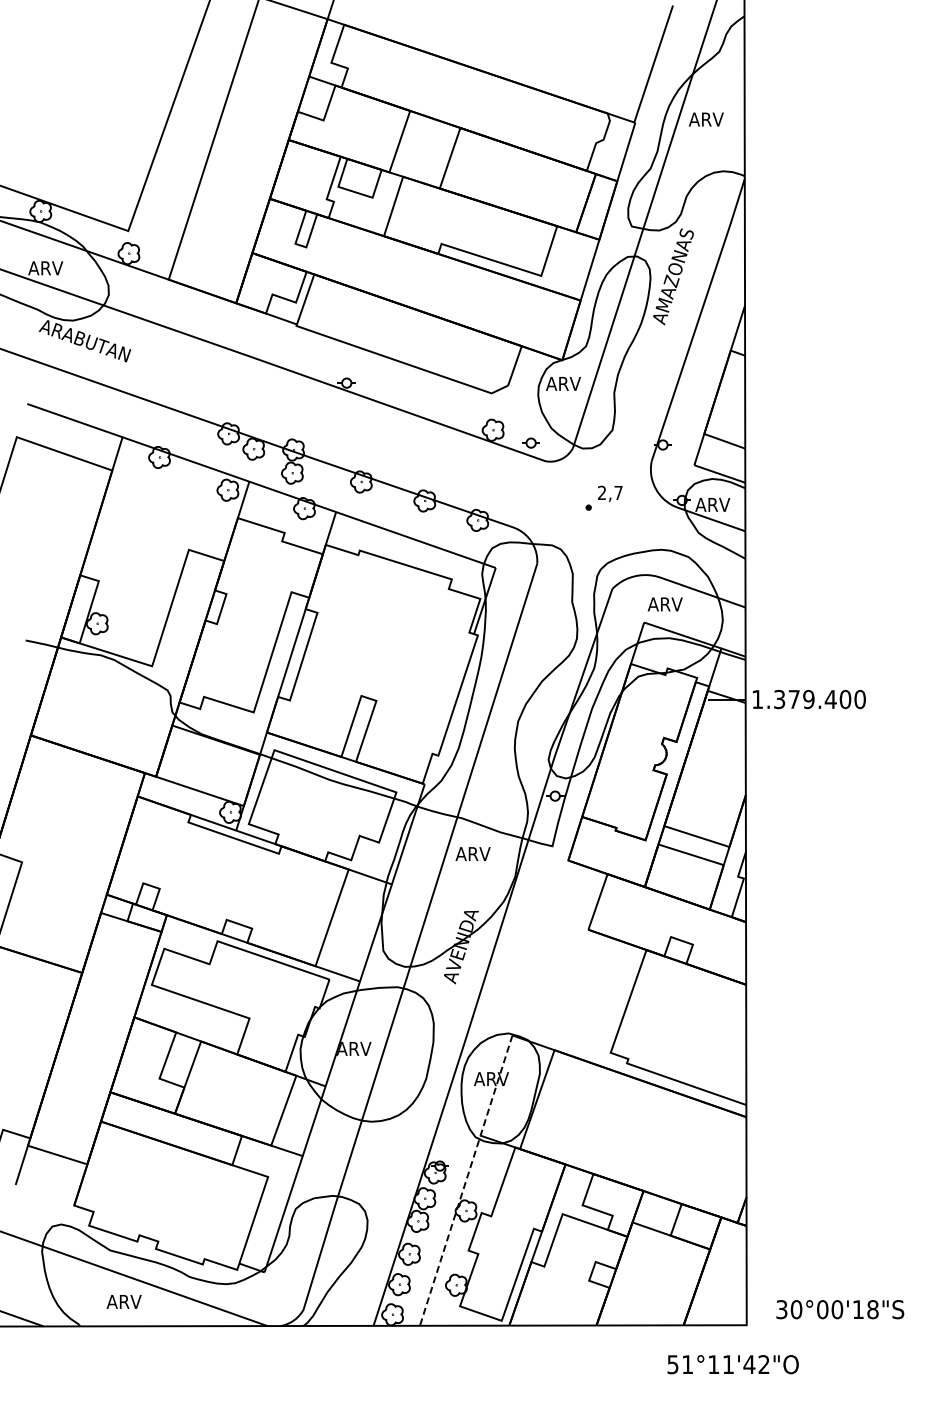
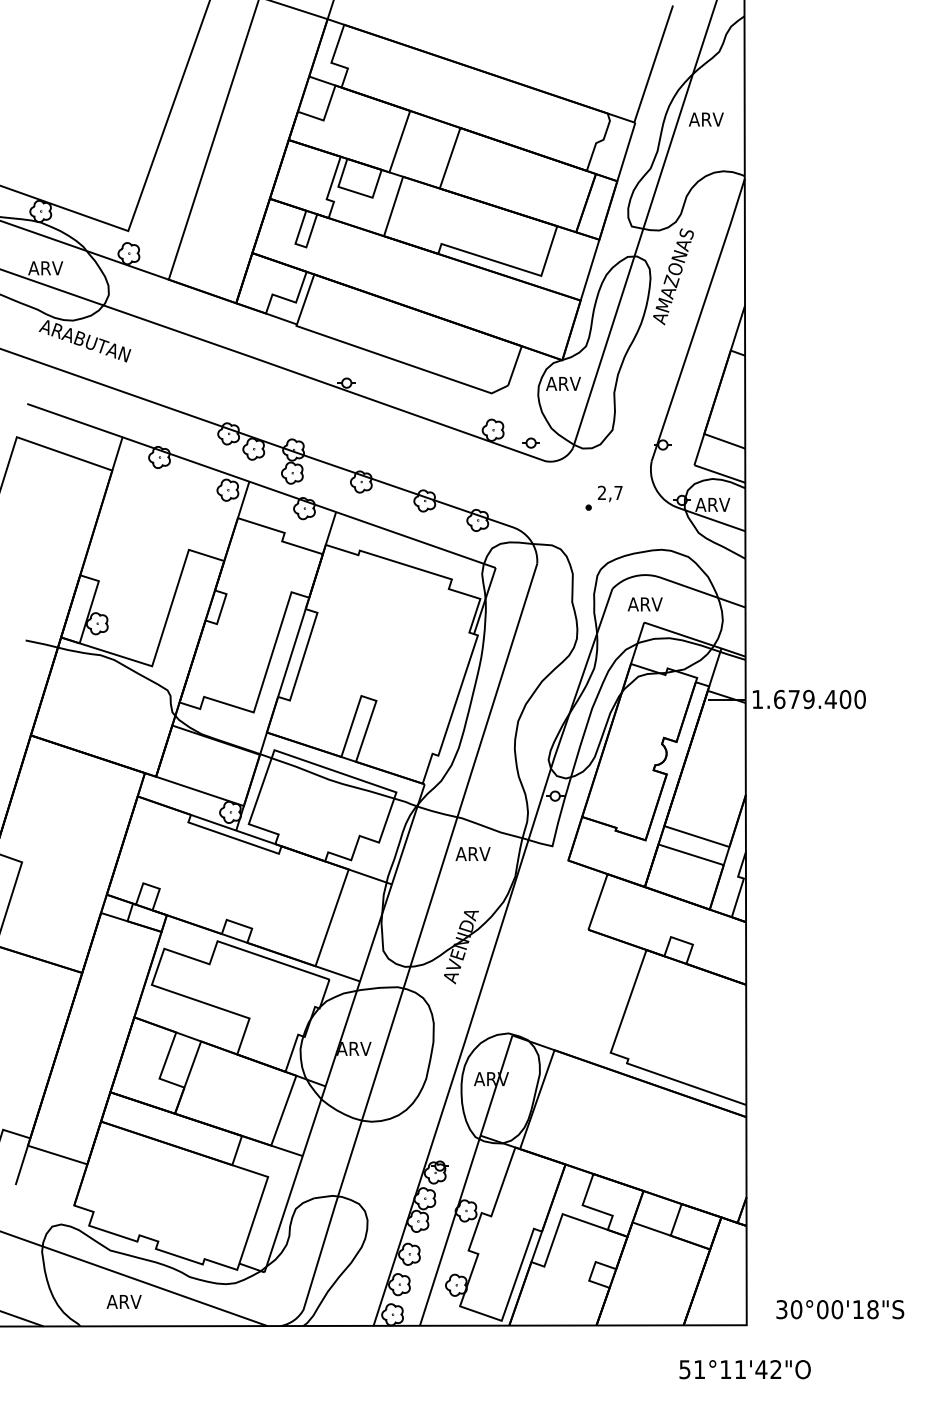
text at (664, 604) position: (664, 604) -> (644, 604)
text at (779, 699): 1.379.400 -> 1.679.400
line at (466, 1180): dashed -> solid
text at (732, 1364) position: (732, 1364) -> (744, 1369)
